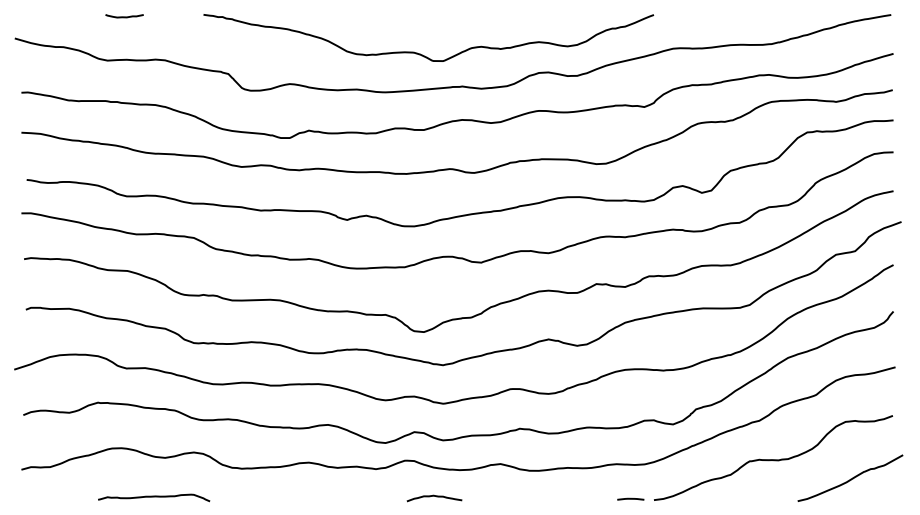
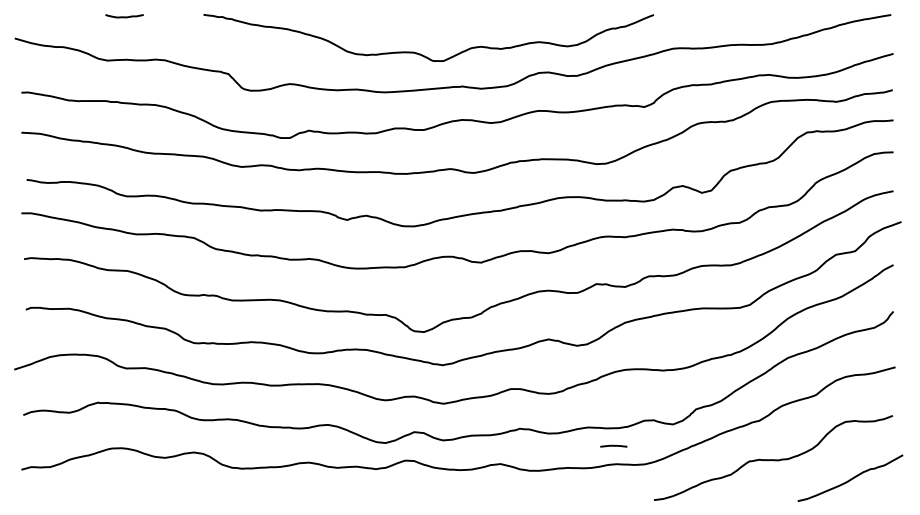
curve at (434, 496): present -> none
curve at (154, 497): present -> none
line at (630, 498) position: (630, 498) -> (613, 445)
